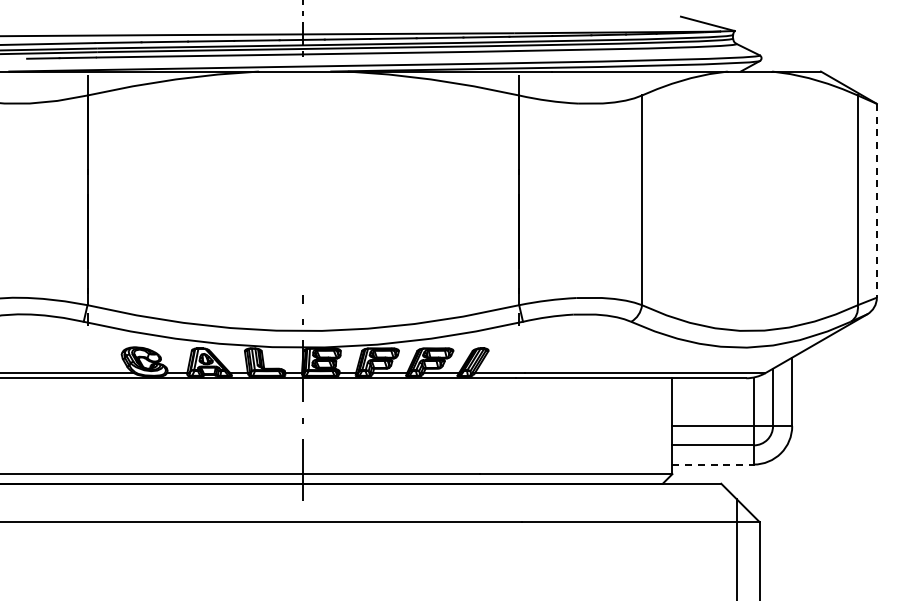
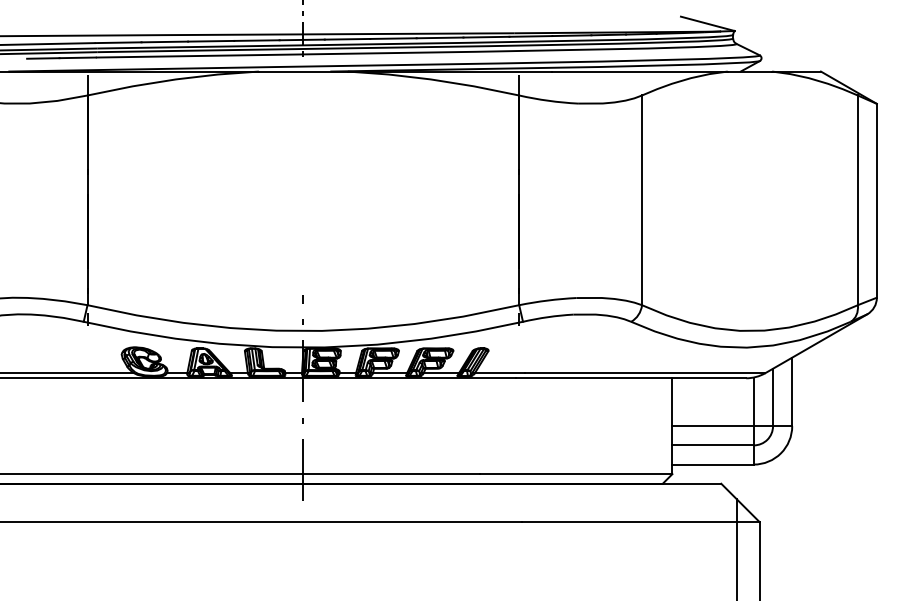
line at (876, 200): dashed -> solid
line at (713, 464): dashed -> solid
